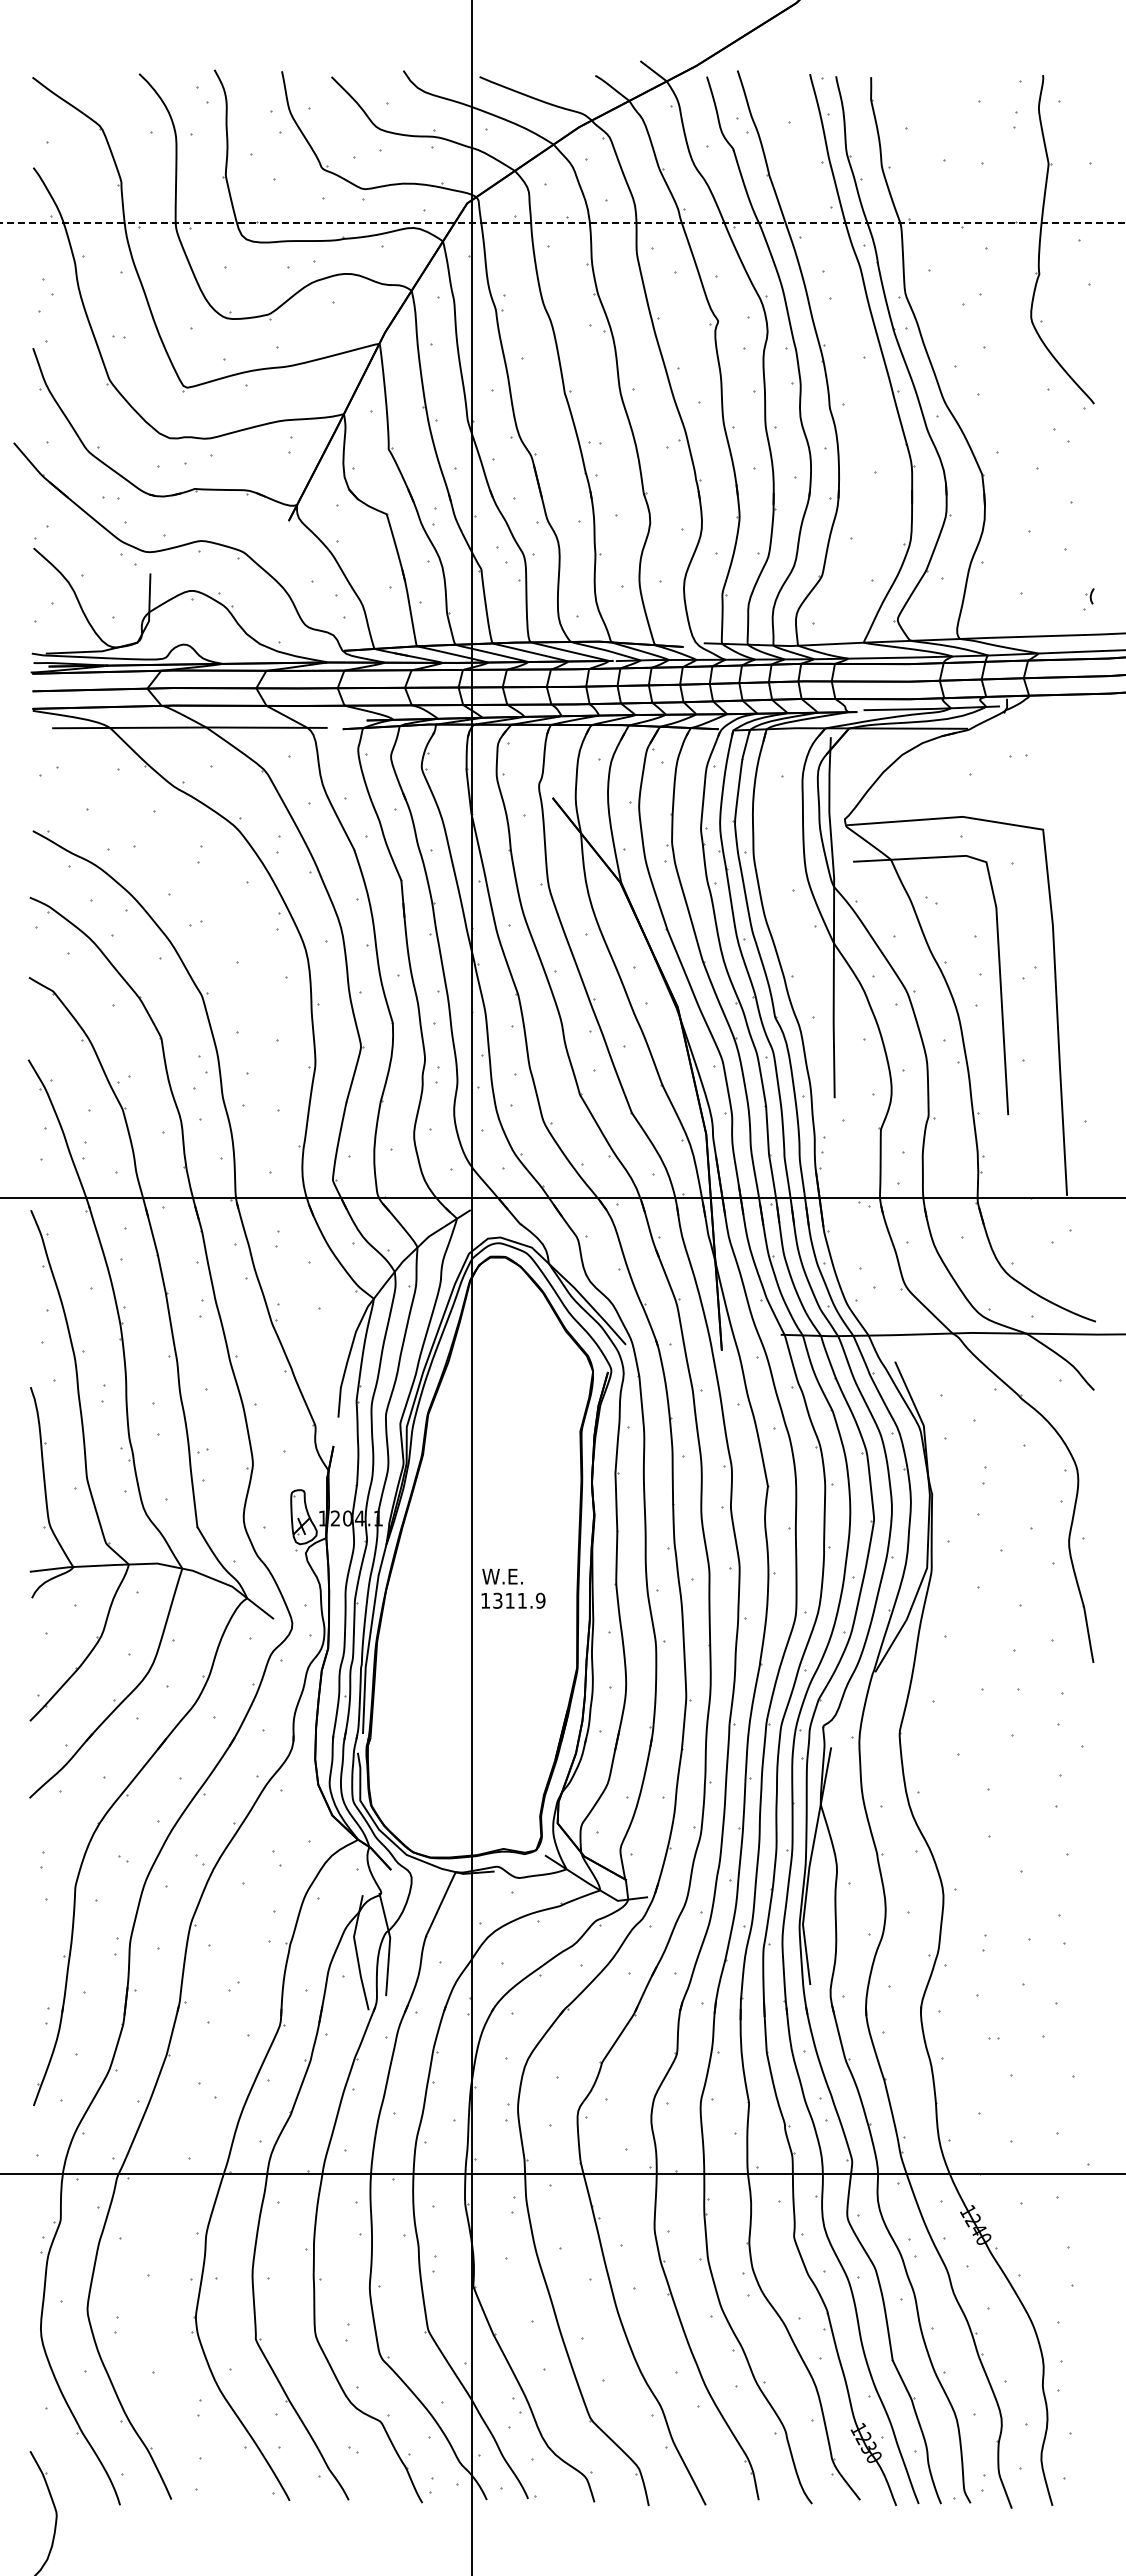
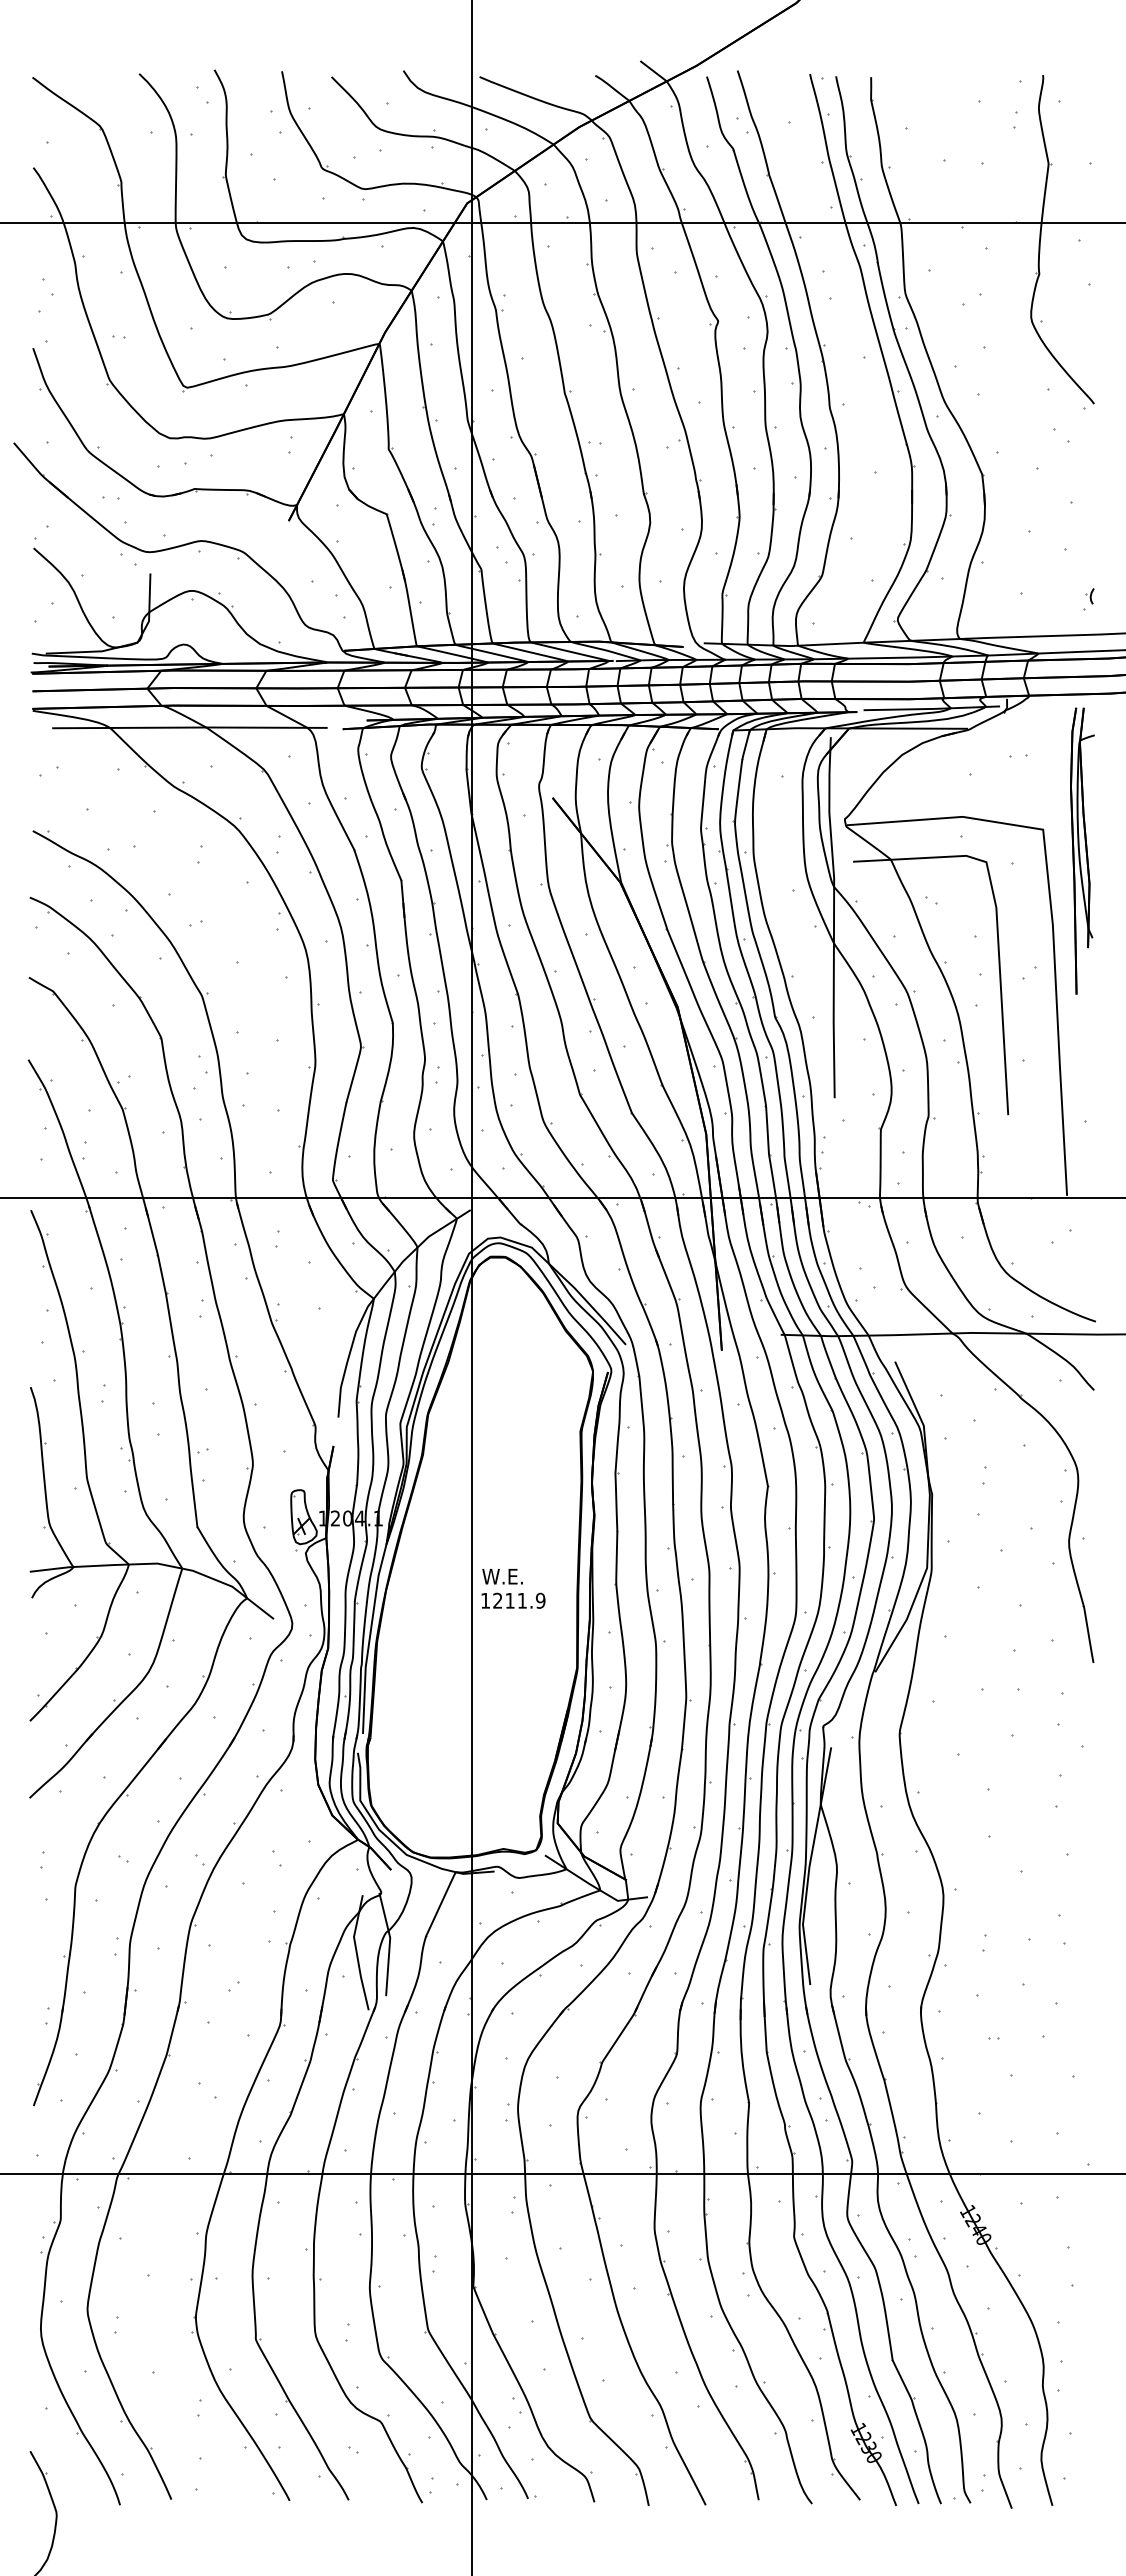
line at (562, 223): dashed -> solid
part at (1082, 850): none -> present
text at (497, 1600): 1311.9 -> 1211.9
